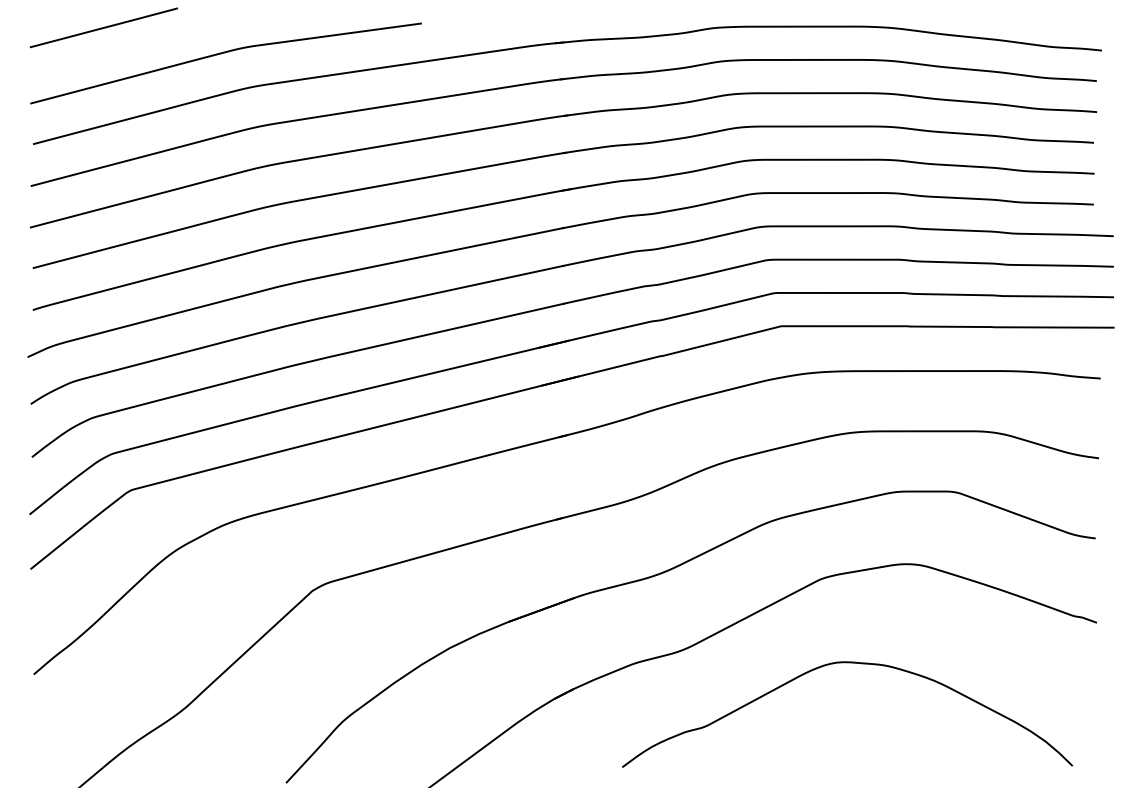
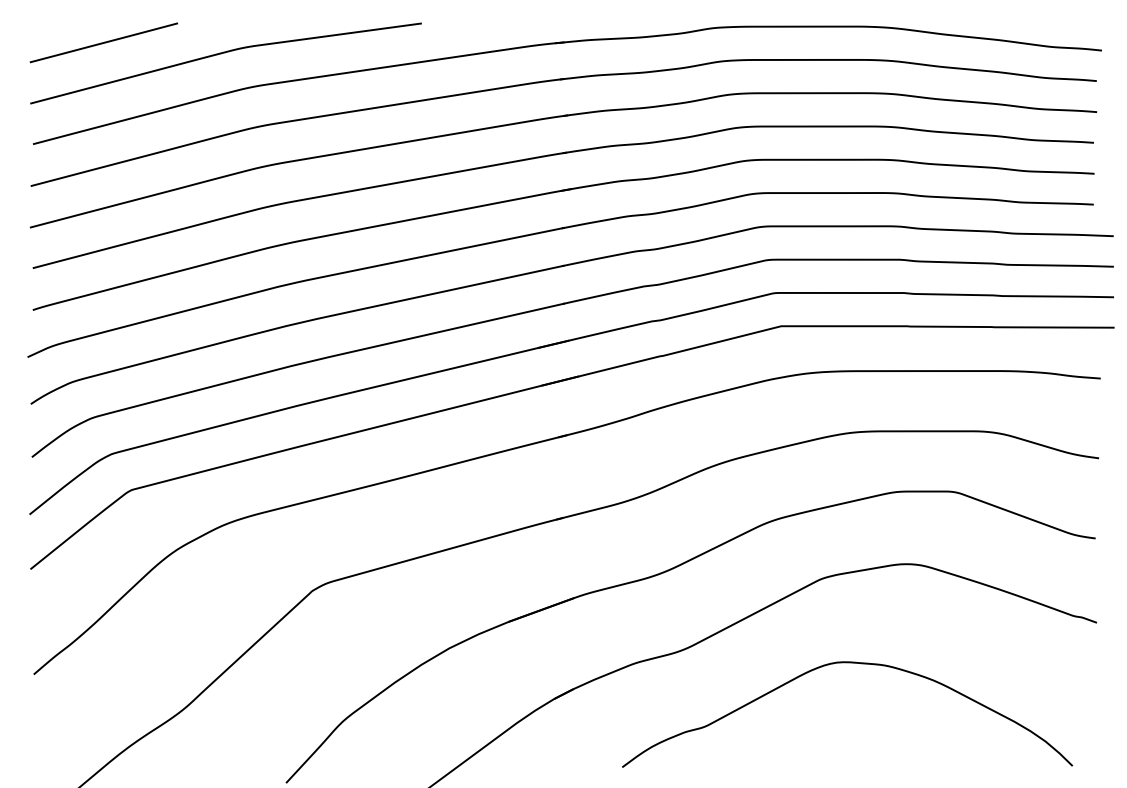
line at (103, 27) position: (103, 27) -> (103, 42)
